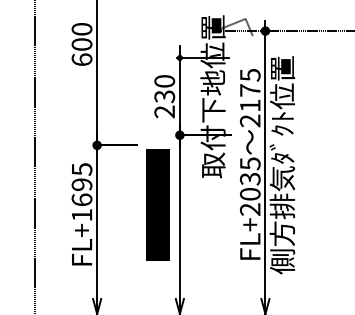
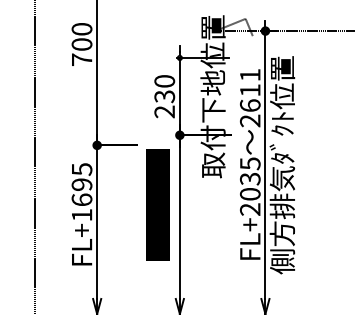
text at (81, 59): 600 -> 700
text at (249, 90): 2175 -> 2611
